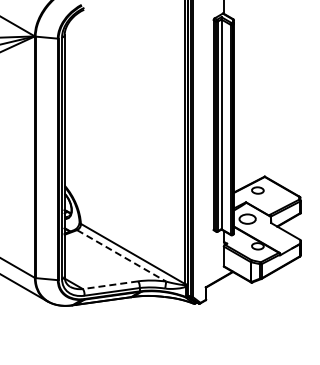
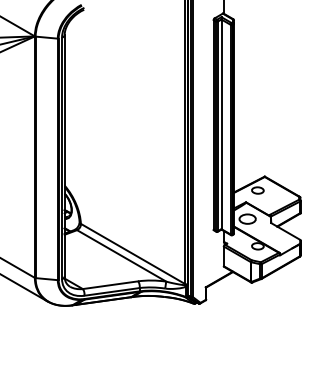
line at (122, 256): dashed -> solid
line at (110, 285): dashed -> solid
